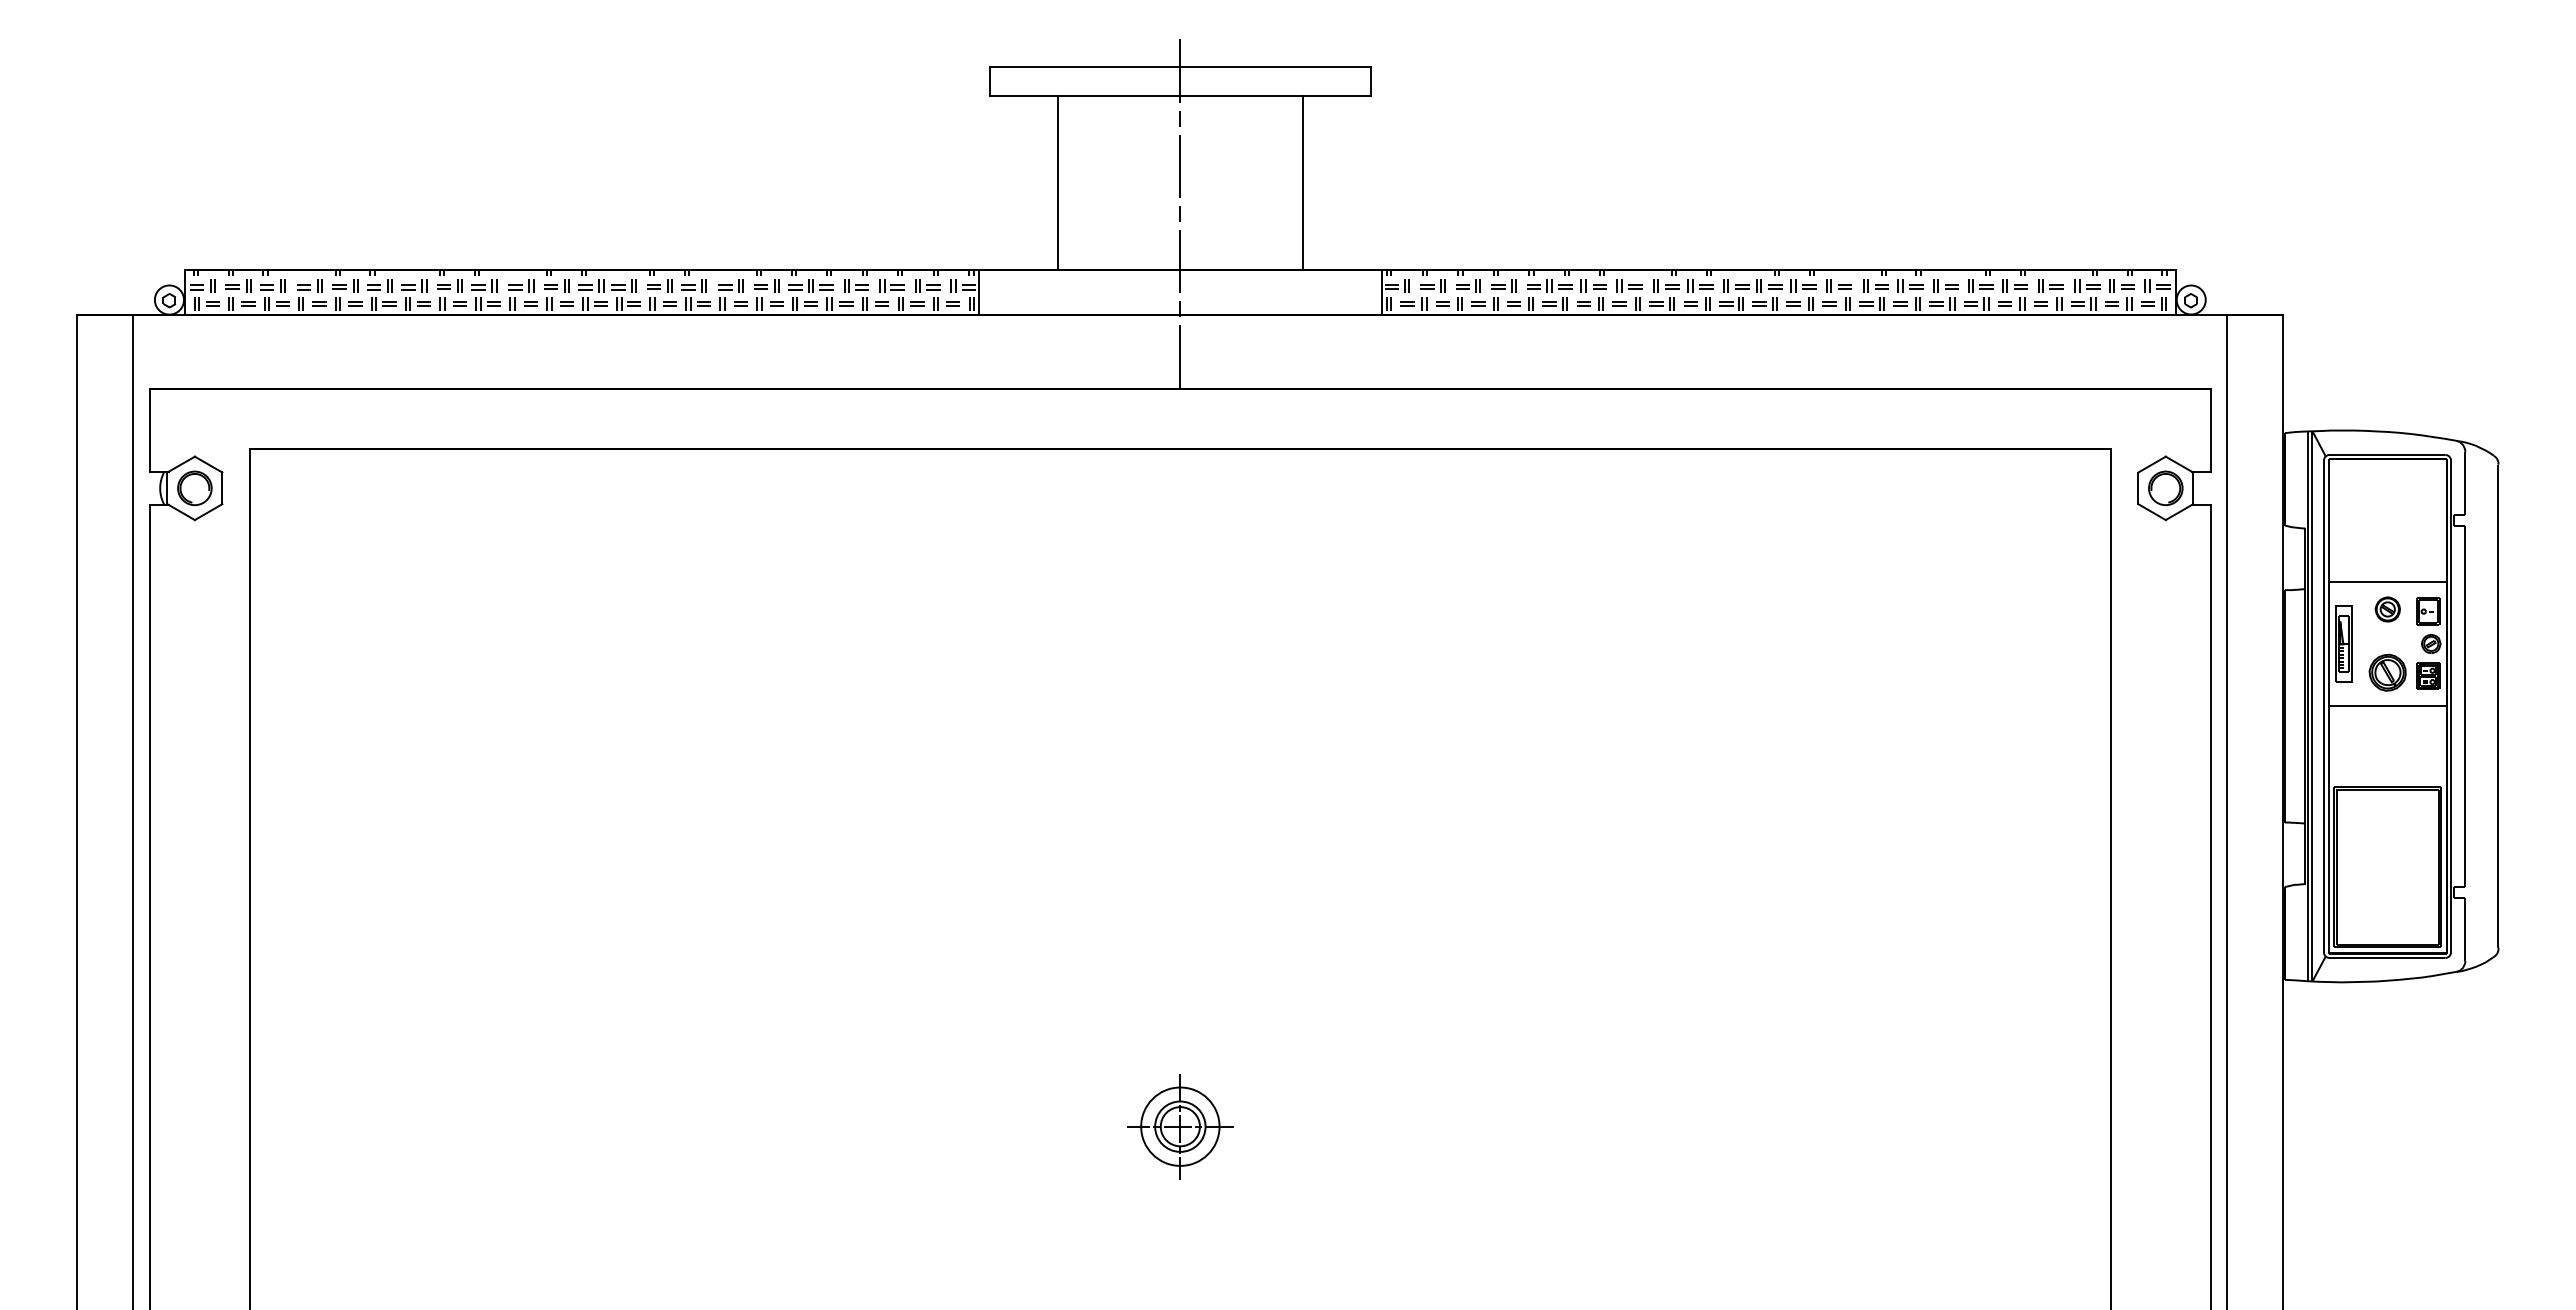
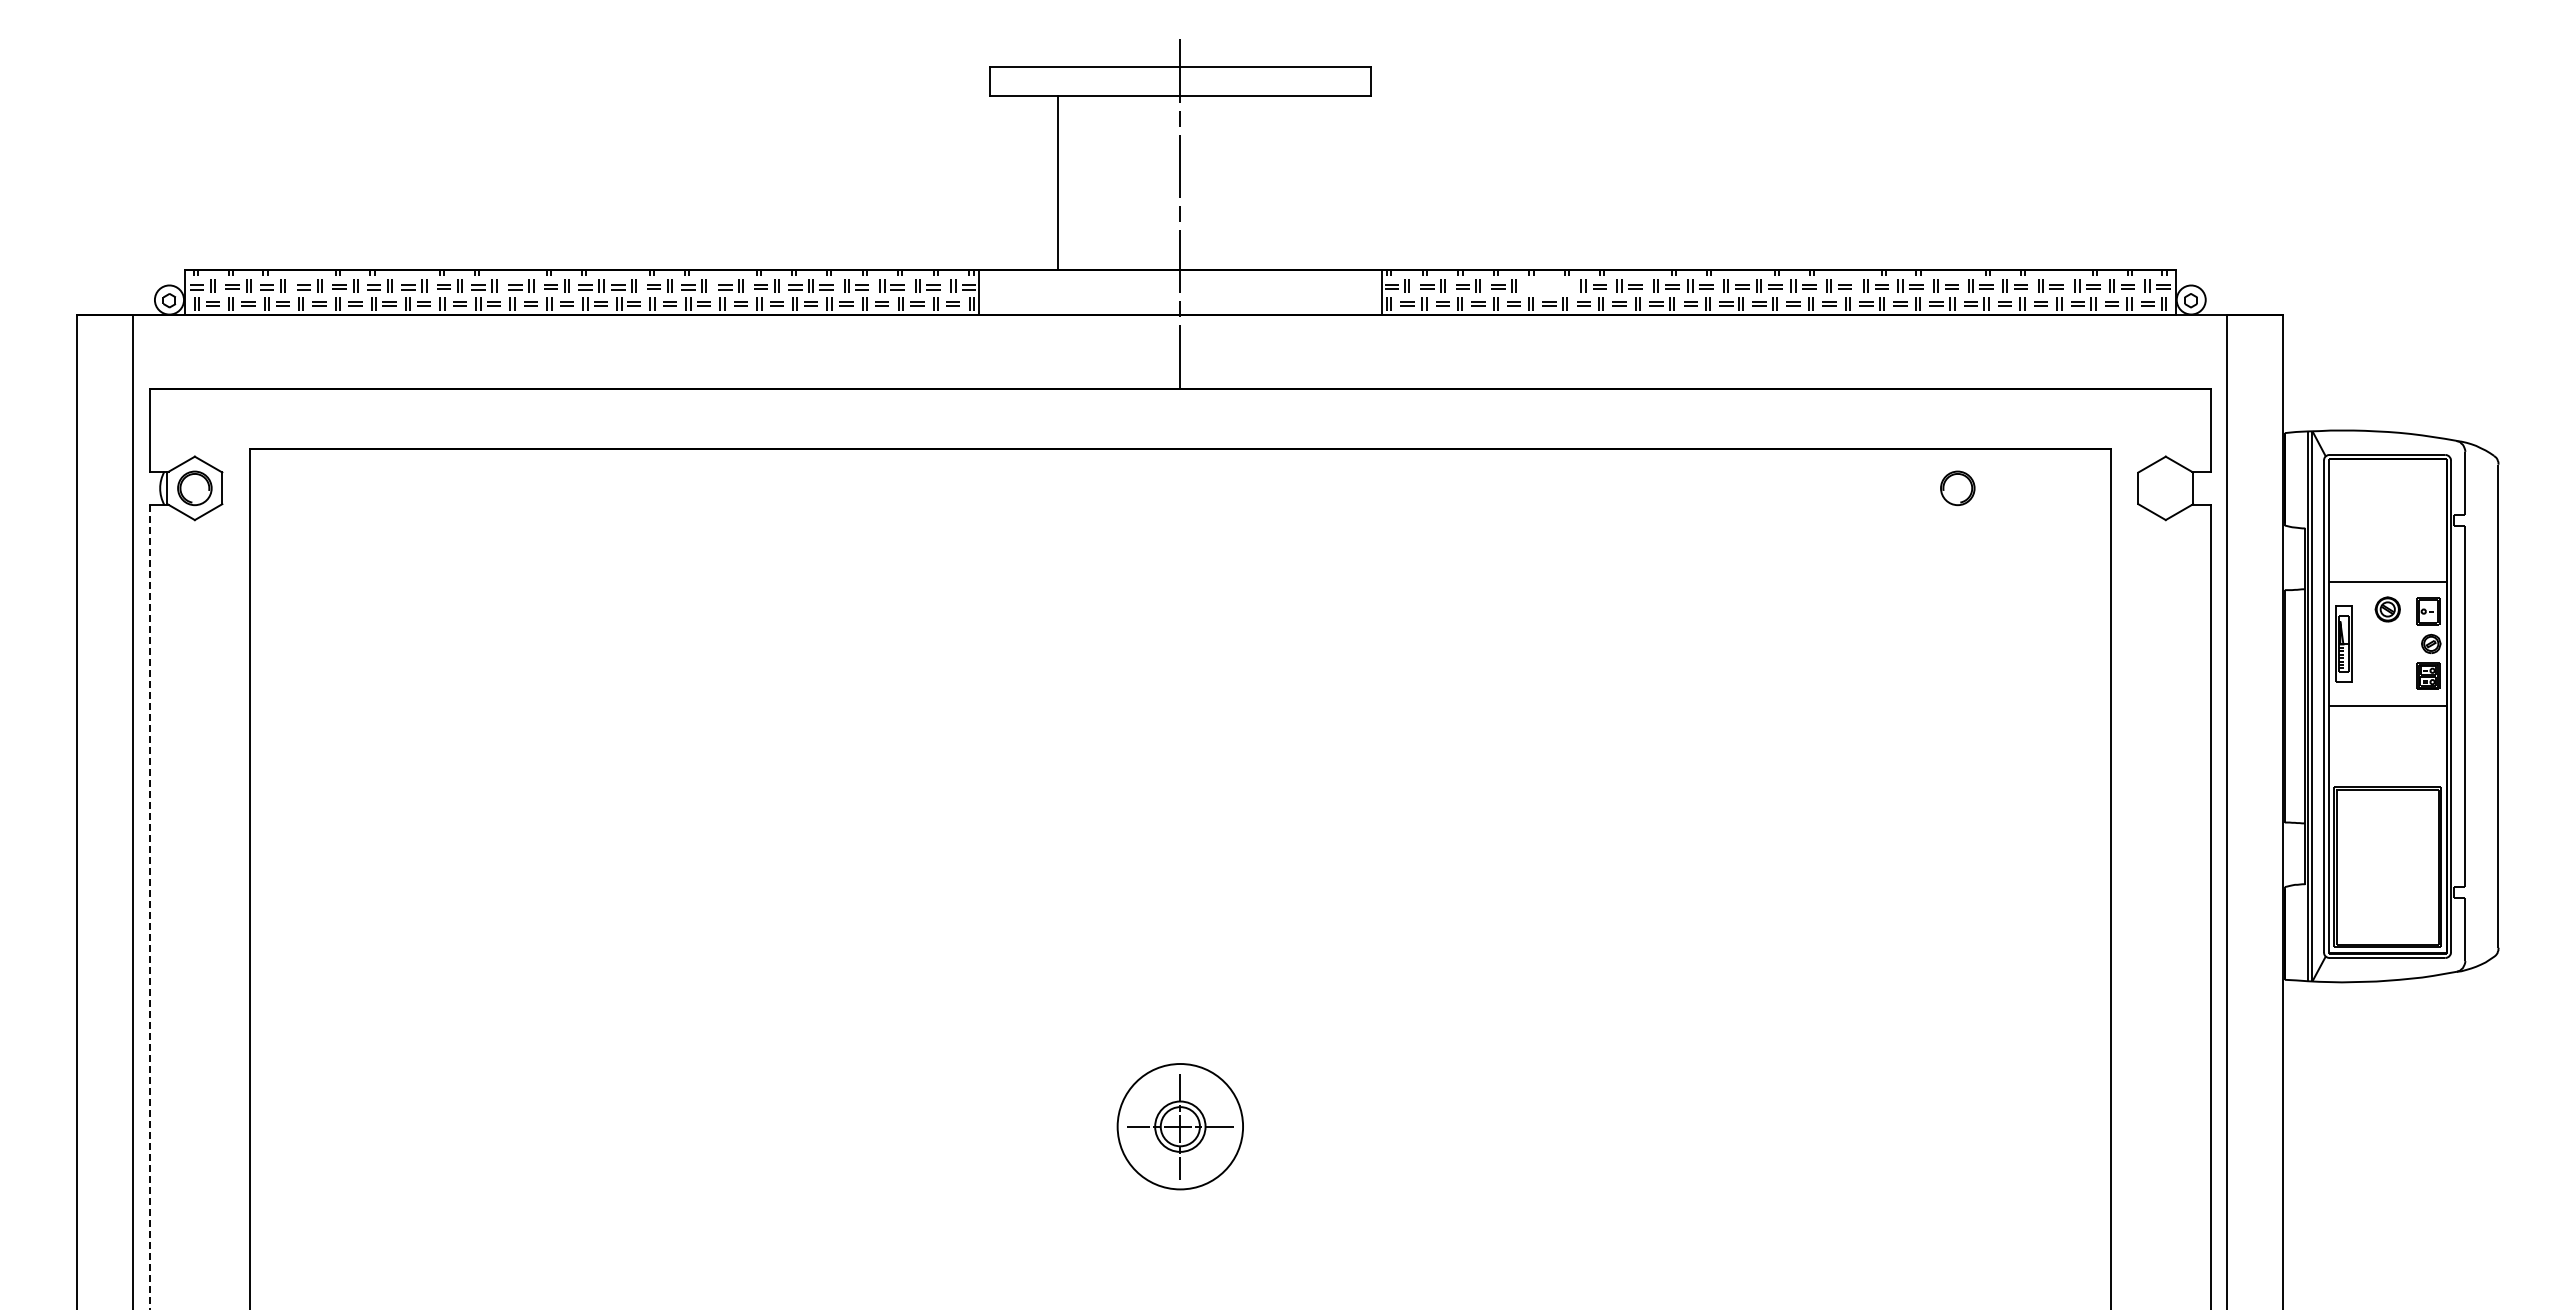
line at (1302, 183): present -> none
part at (1549, 285): present -> none
part at (2165, 488) position: (2165, 488) -> (1957, 488)
part at (2387, 672): present -> none
line at (150, 907): solid -> dashed
circle at (1180, 1126) diameter: 78 px -> 125 px
